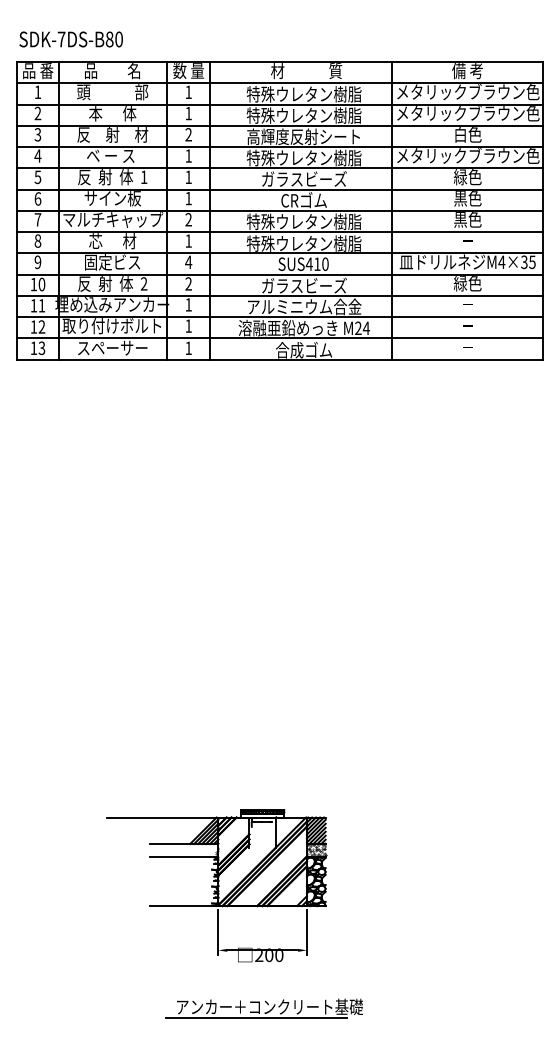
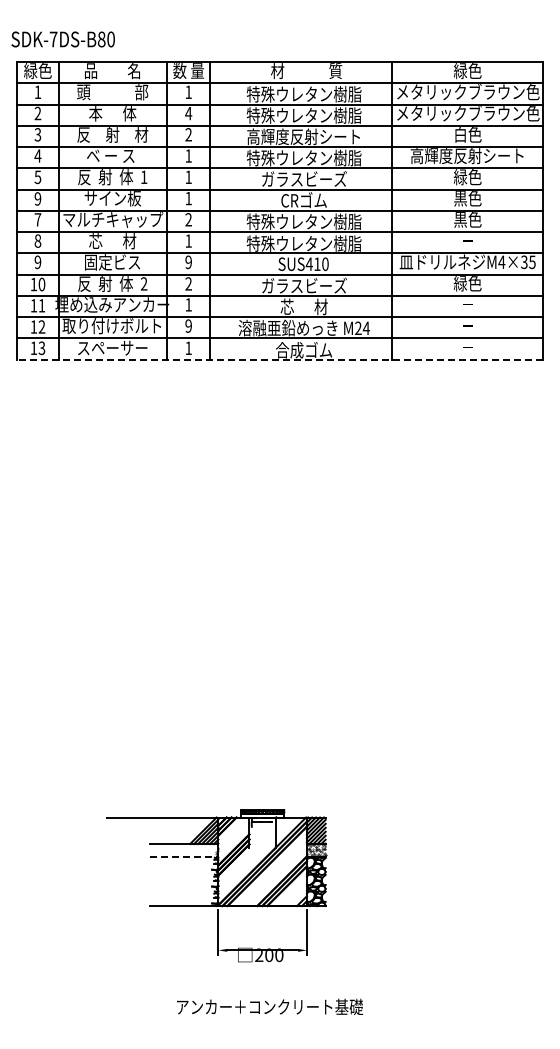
text at (70, 39) position: (70, 39) -> (62, 39)
text at (38, 71): 品 番 -> 緑色
text at (467, 71): 備 考 -> 緑色
text at (188, 113): 1 -> 4
text at (468, 156): メタリックブラウン色 -> 高輝度反射シート
text at (37, 198): 6 -> 9
text at (188, 262): 4 -> 9
text at (304, 306): アルミニウム合金 -> 芯      材
text at (188, 325): 1 -> 9
line at (279, 359): solid -> dashed
line at (184, 857): solid -> dashed
line at (256, 1017): present -> none
